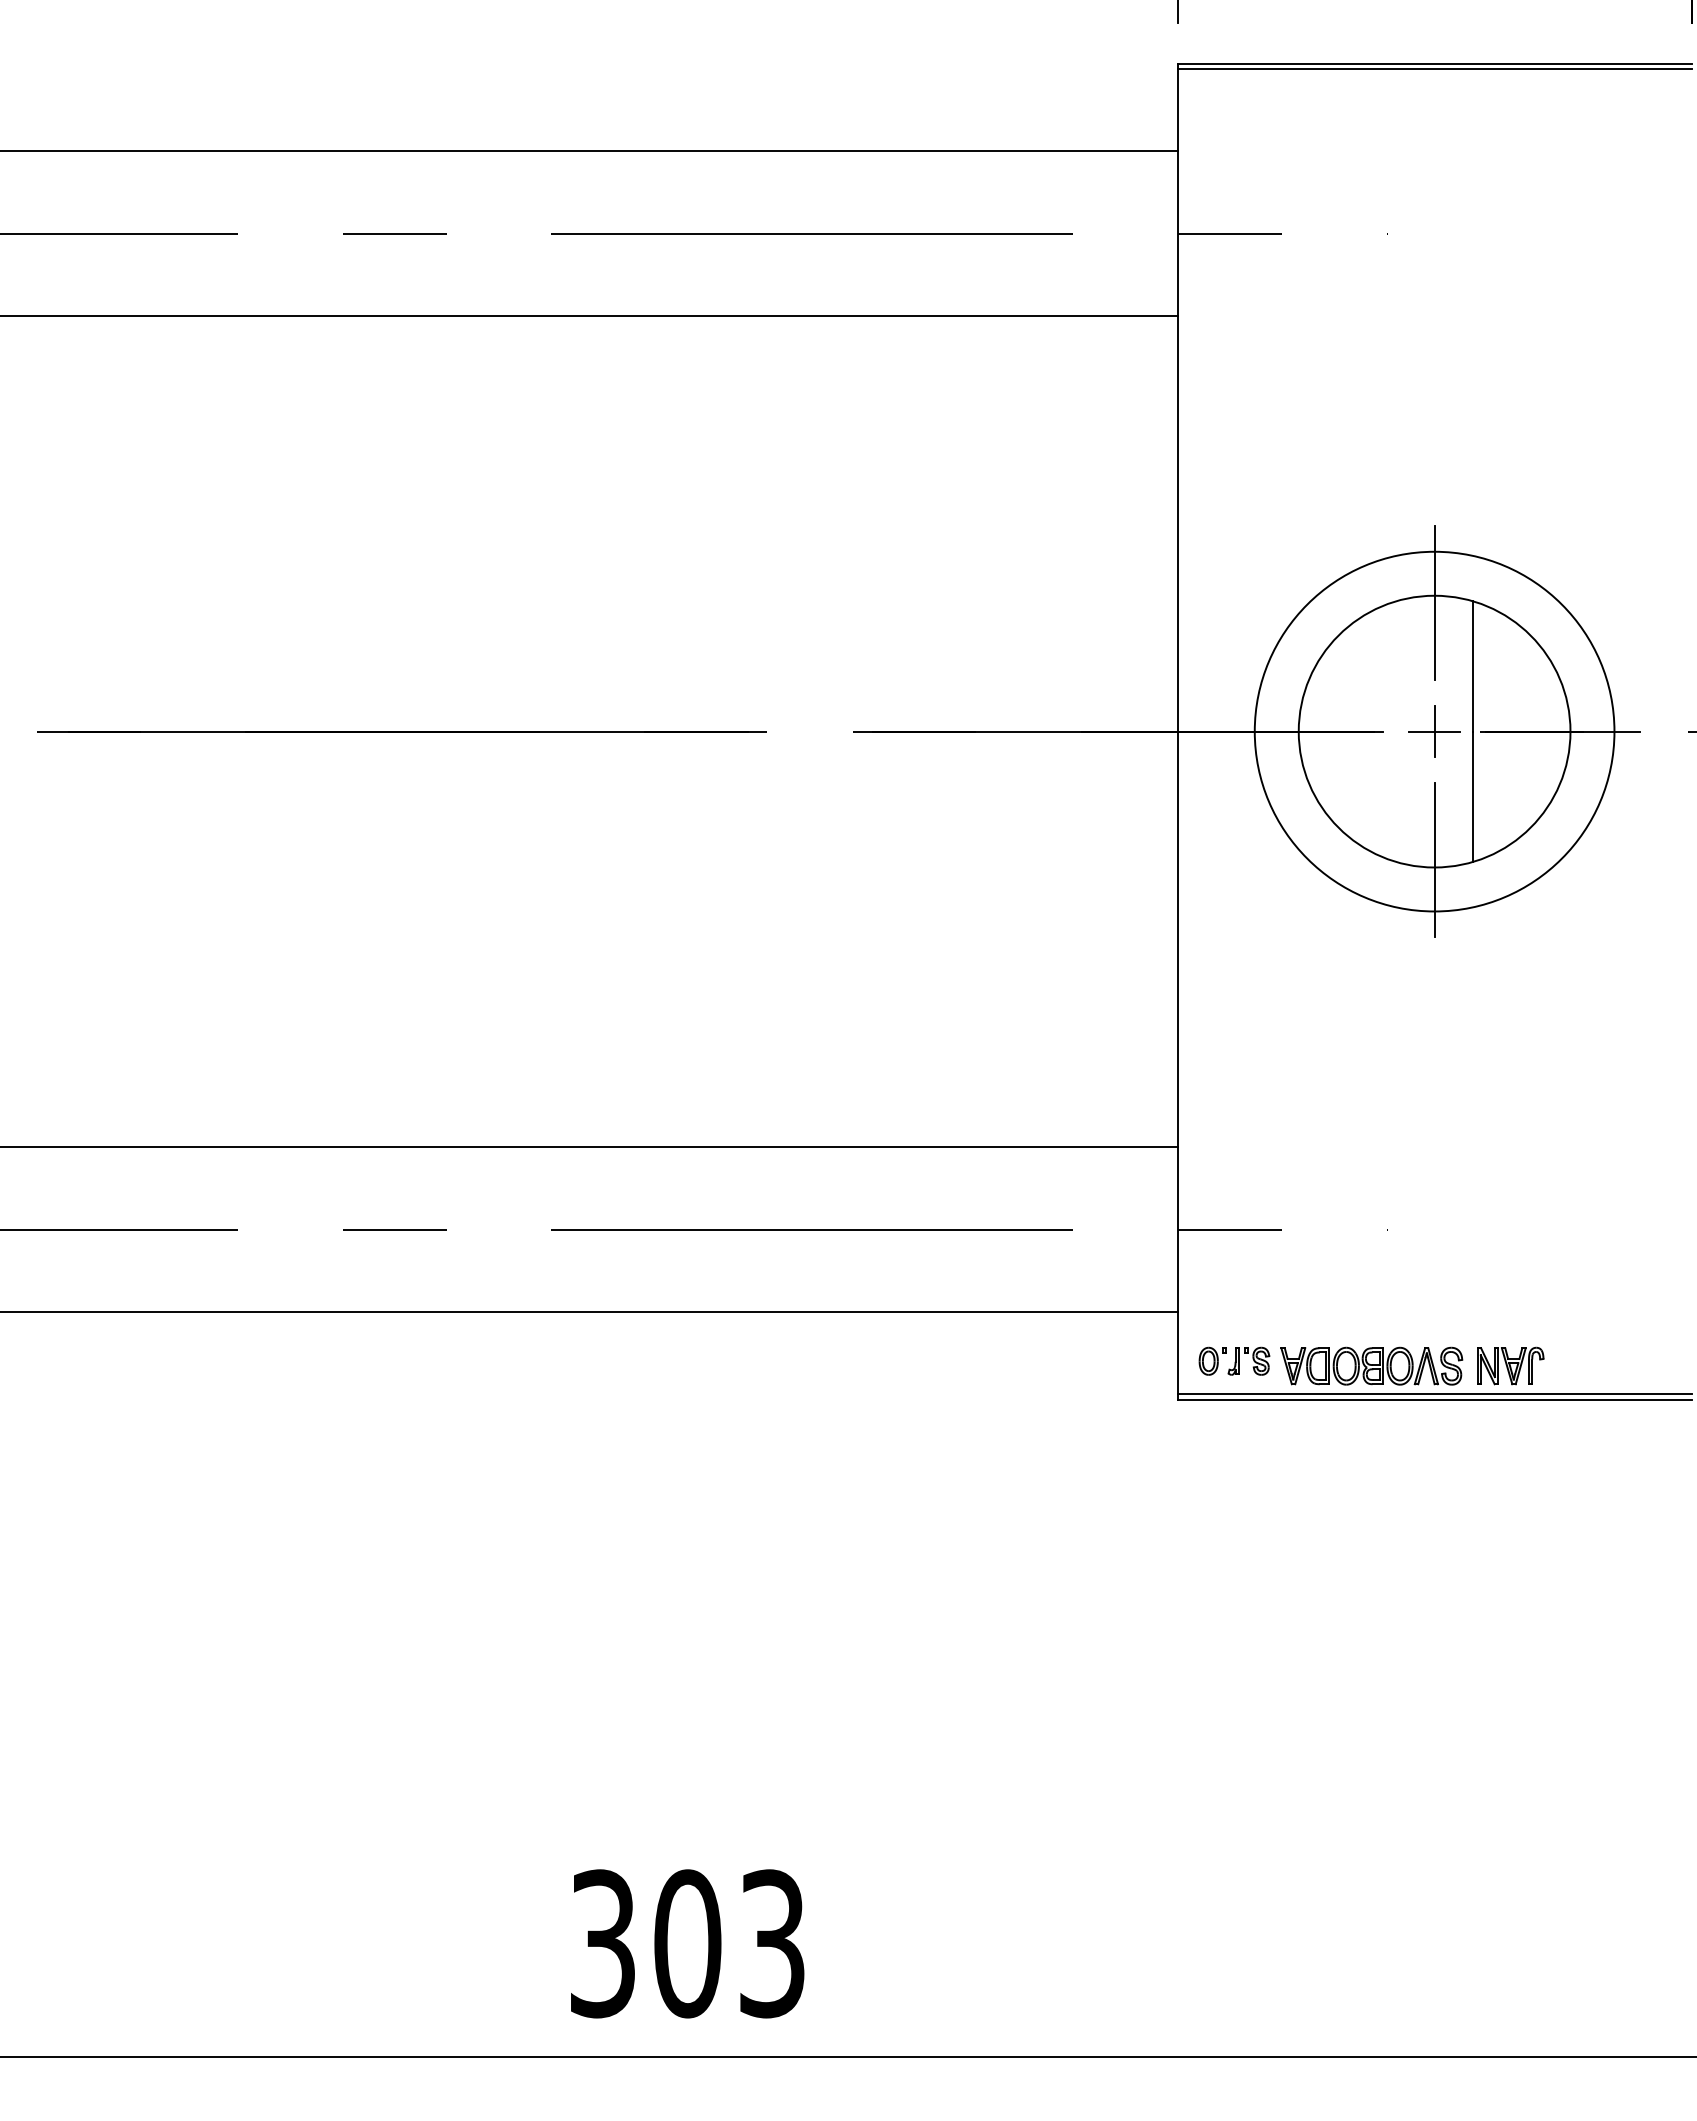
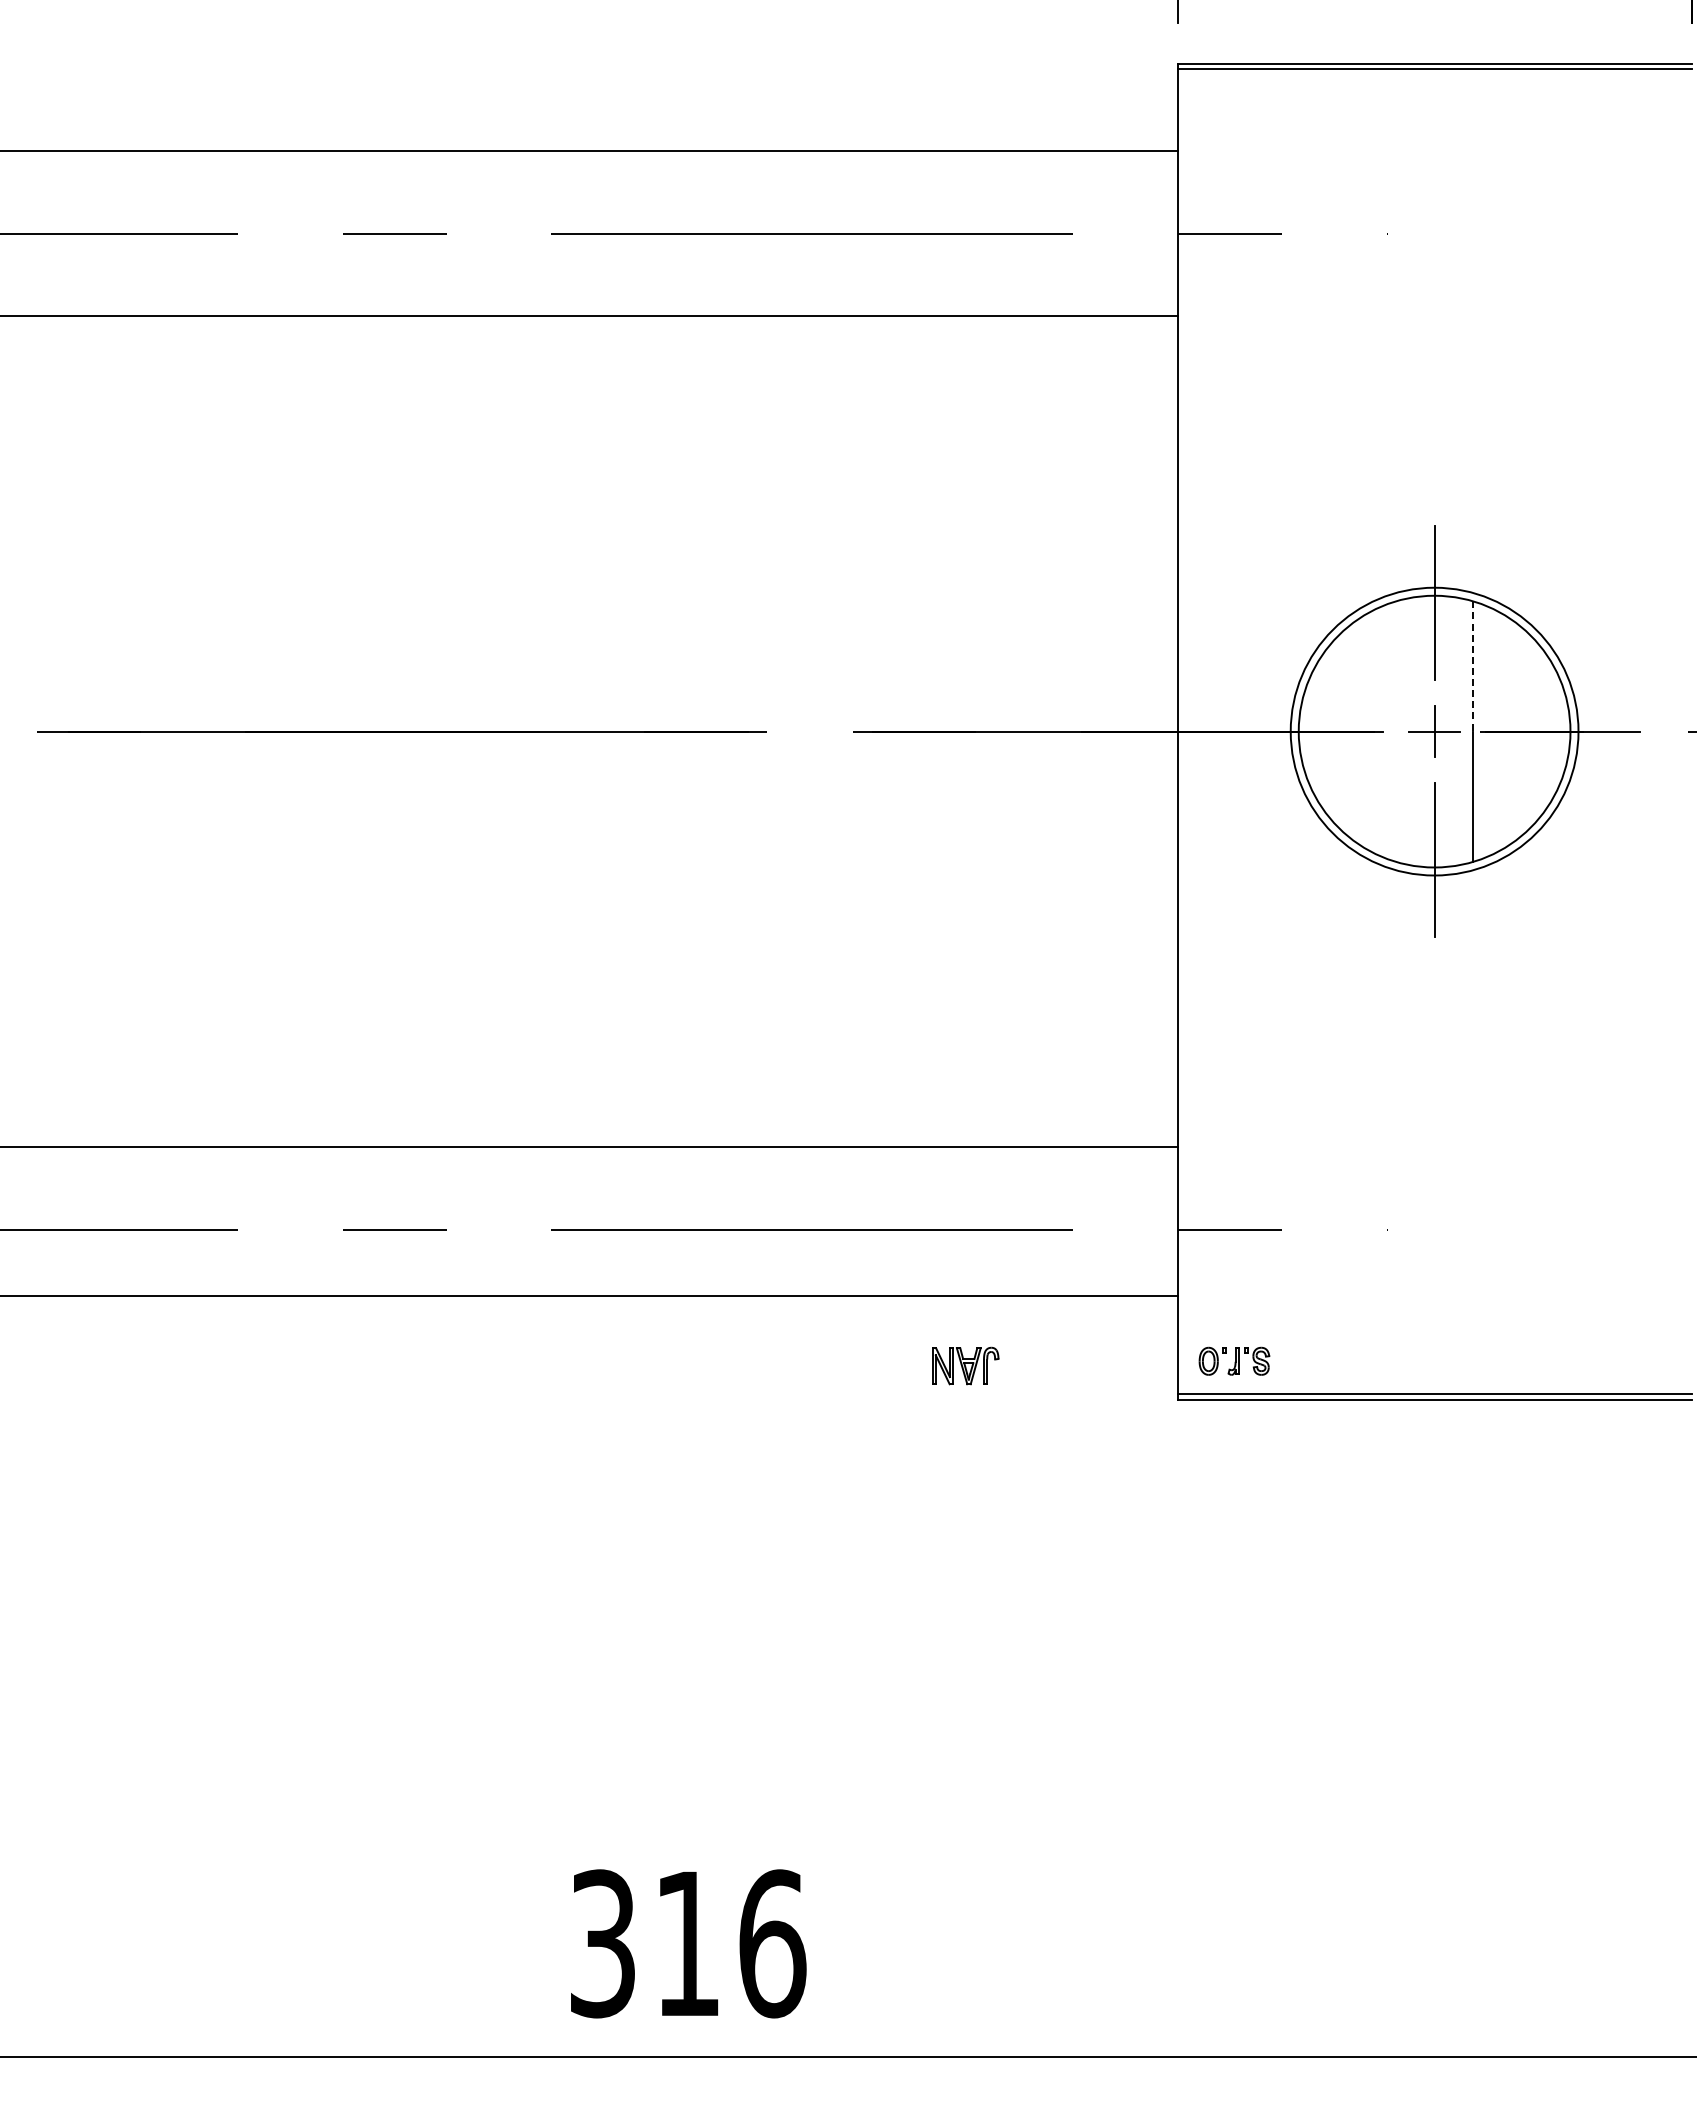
line at (1473, 666): solid -> dashed
circle at (1434, 731) diameter: 360 px -> 288 px
line at (589, 1311) position: (589, 1311) -> (589, 1295)
part at (1371, 1365): present -> none
part at (1510, 1365) position: (1510, 1365) -> (965, 1365)
text at (730, 1943): 303 -> 316
